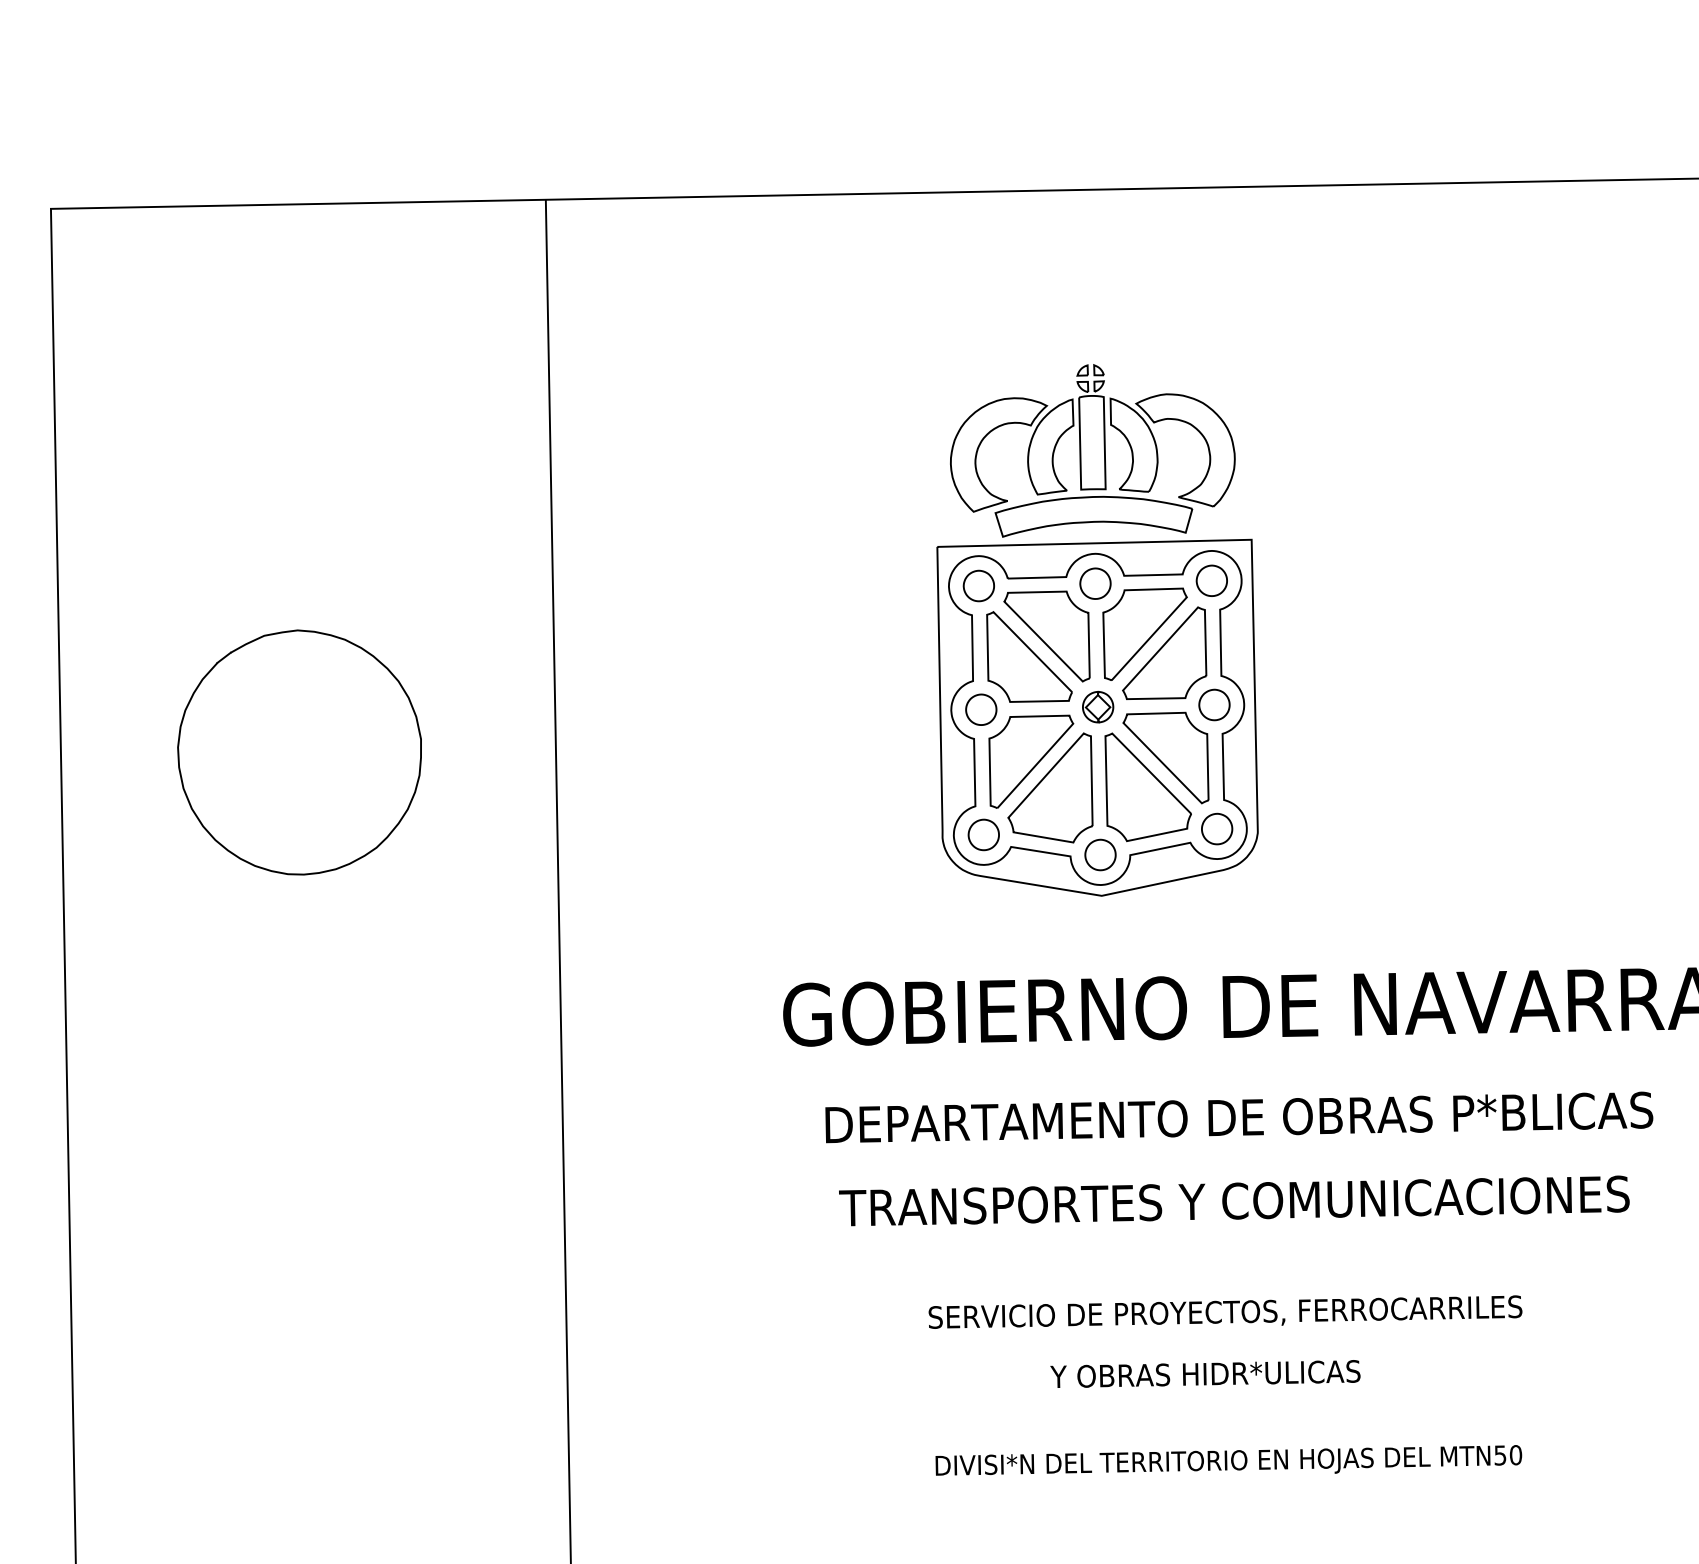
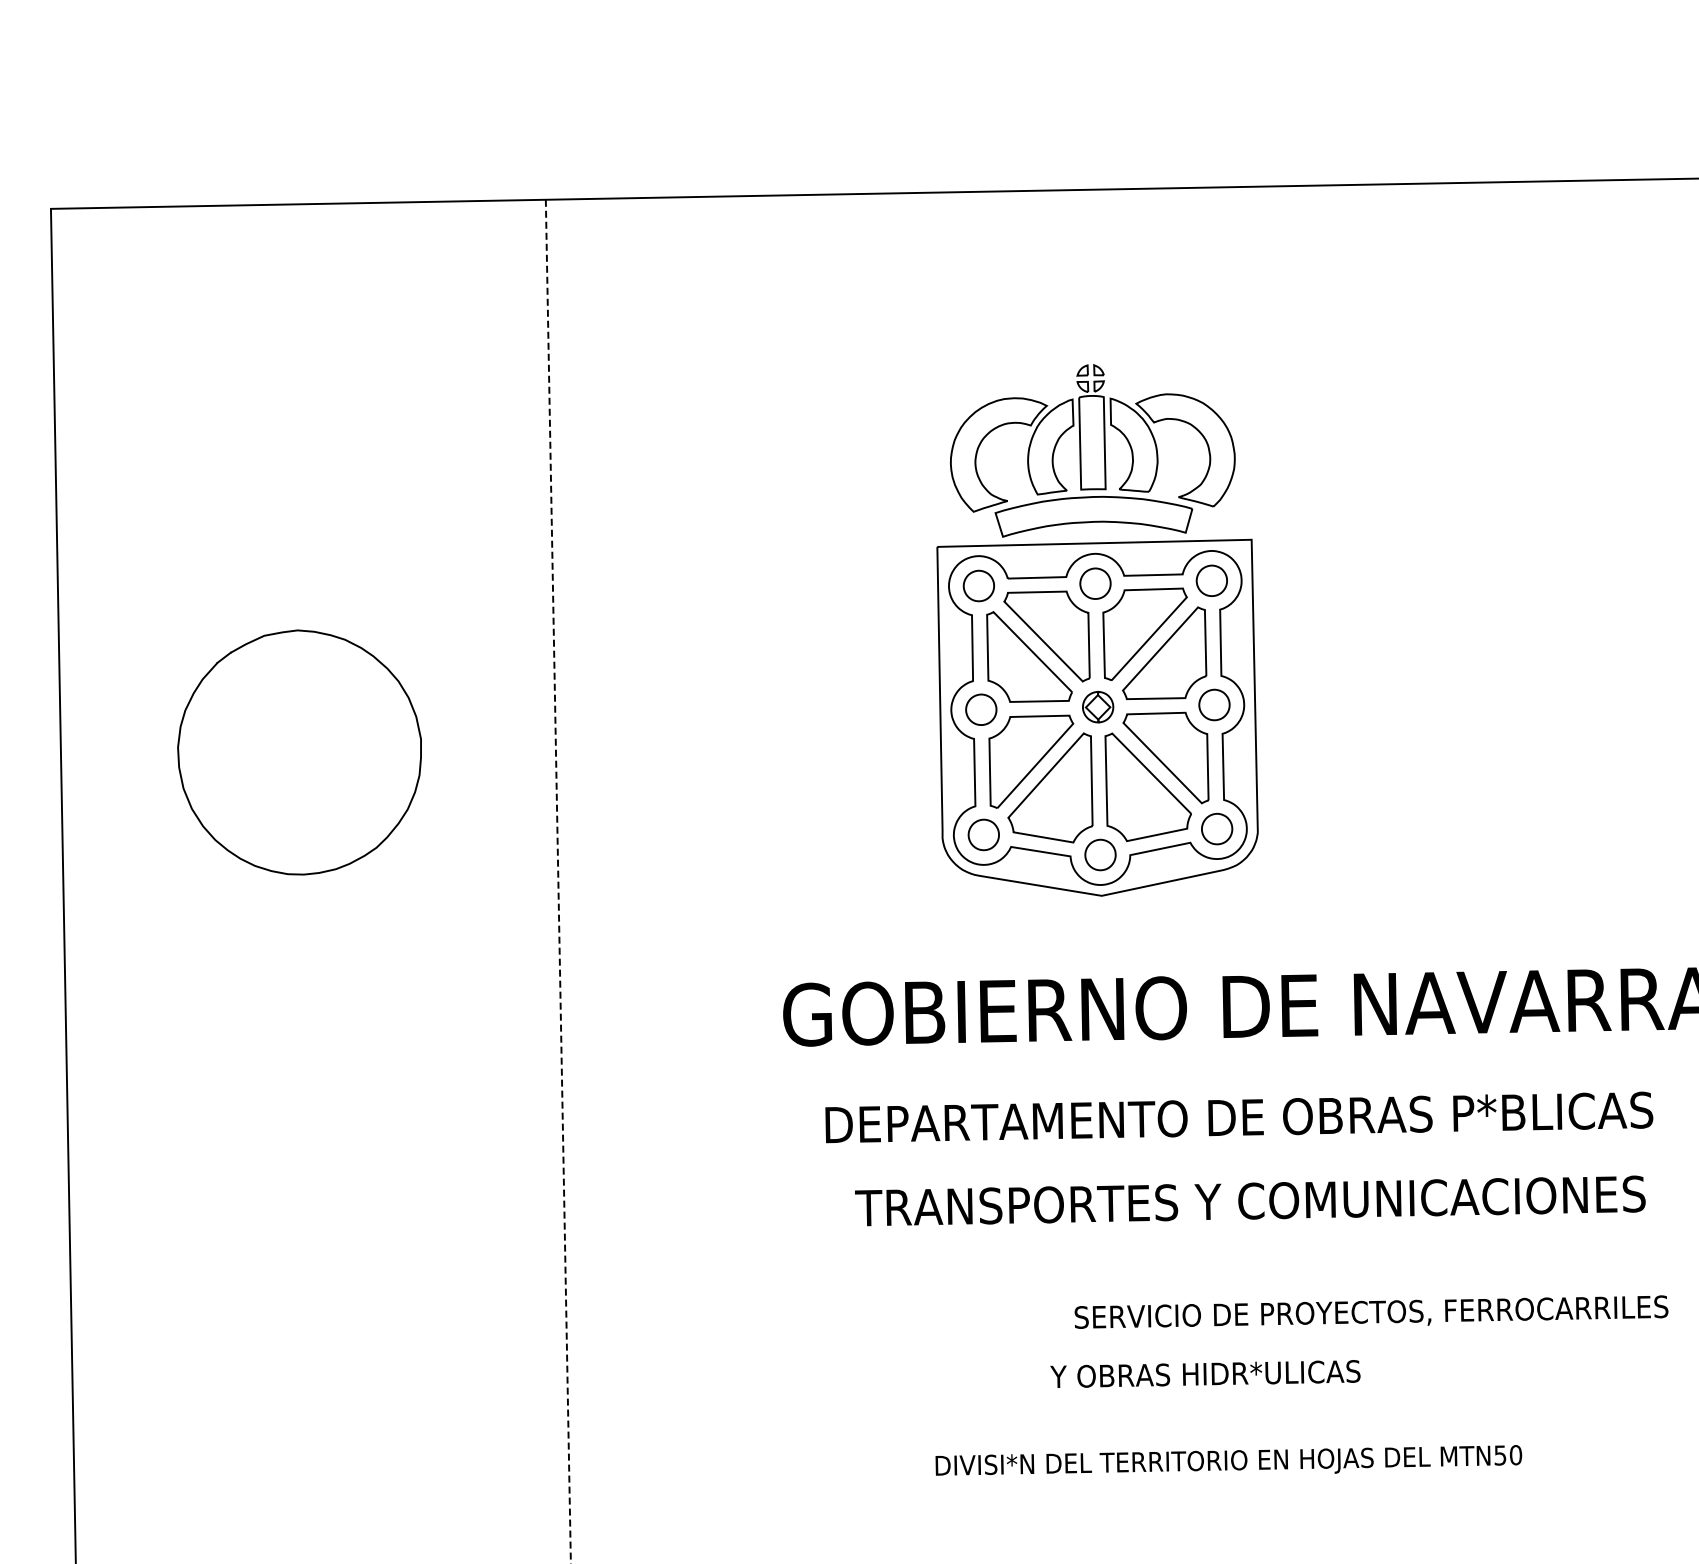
line at (558, 881): solid -> dashed
text at (1234, 1200) position: (1234, 1200) -> (1250, 1200)
text at (1225, 1311) position: (1225, 1311) -> (1371, 1311)
